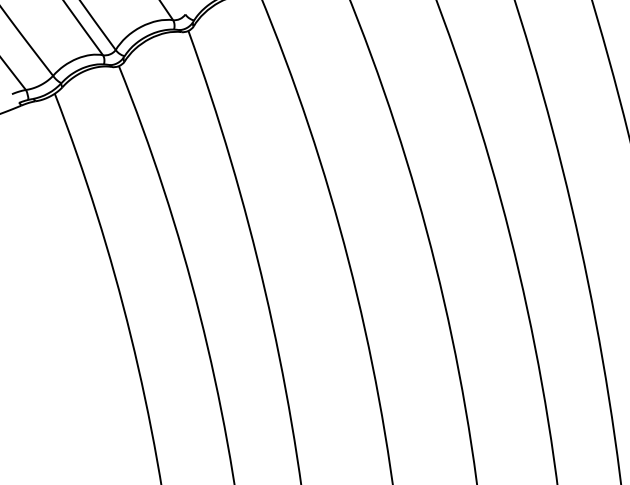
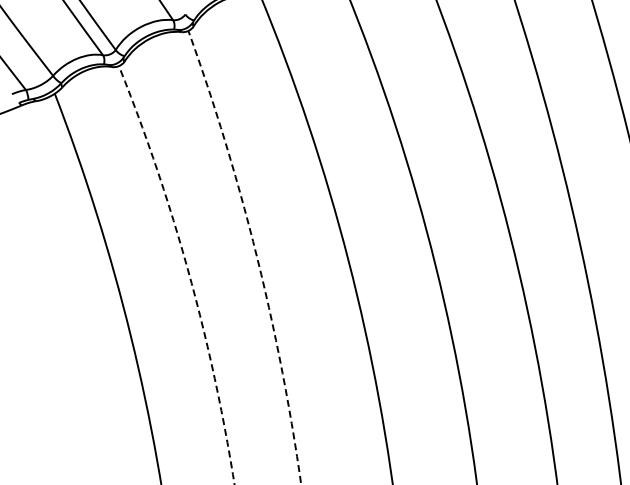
arc at (256, 255): solid -> dashed
arc at (188, 272): solid -> dashed
